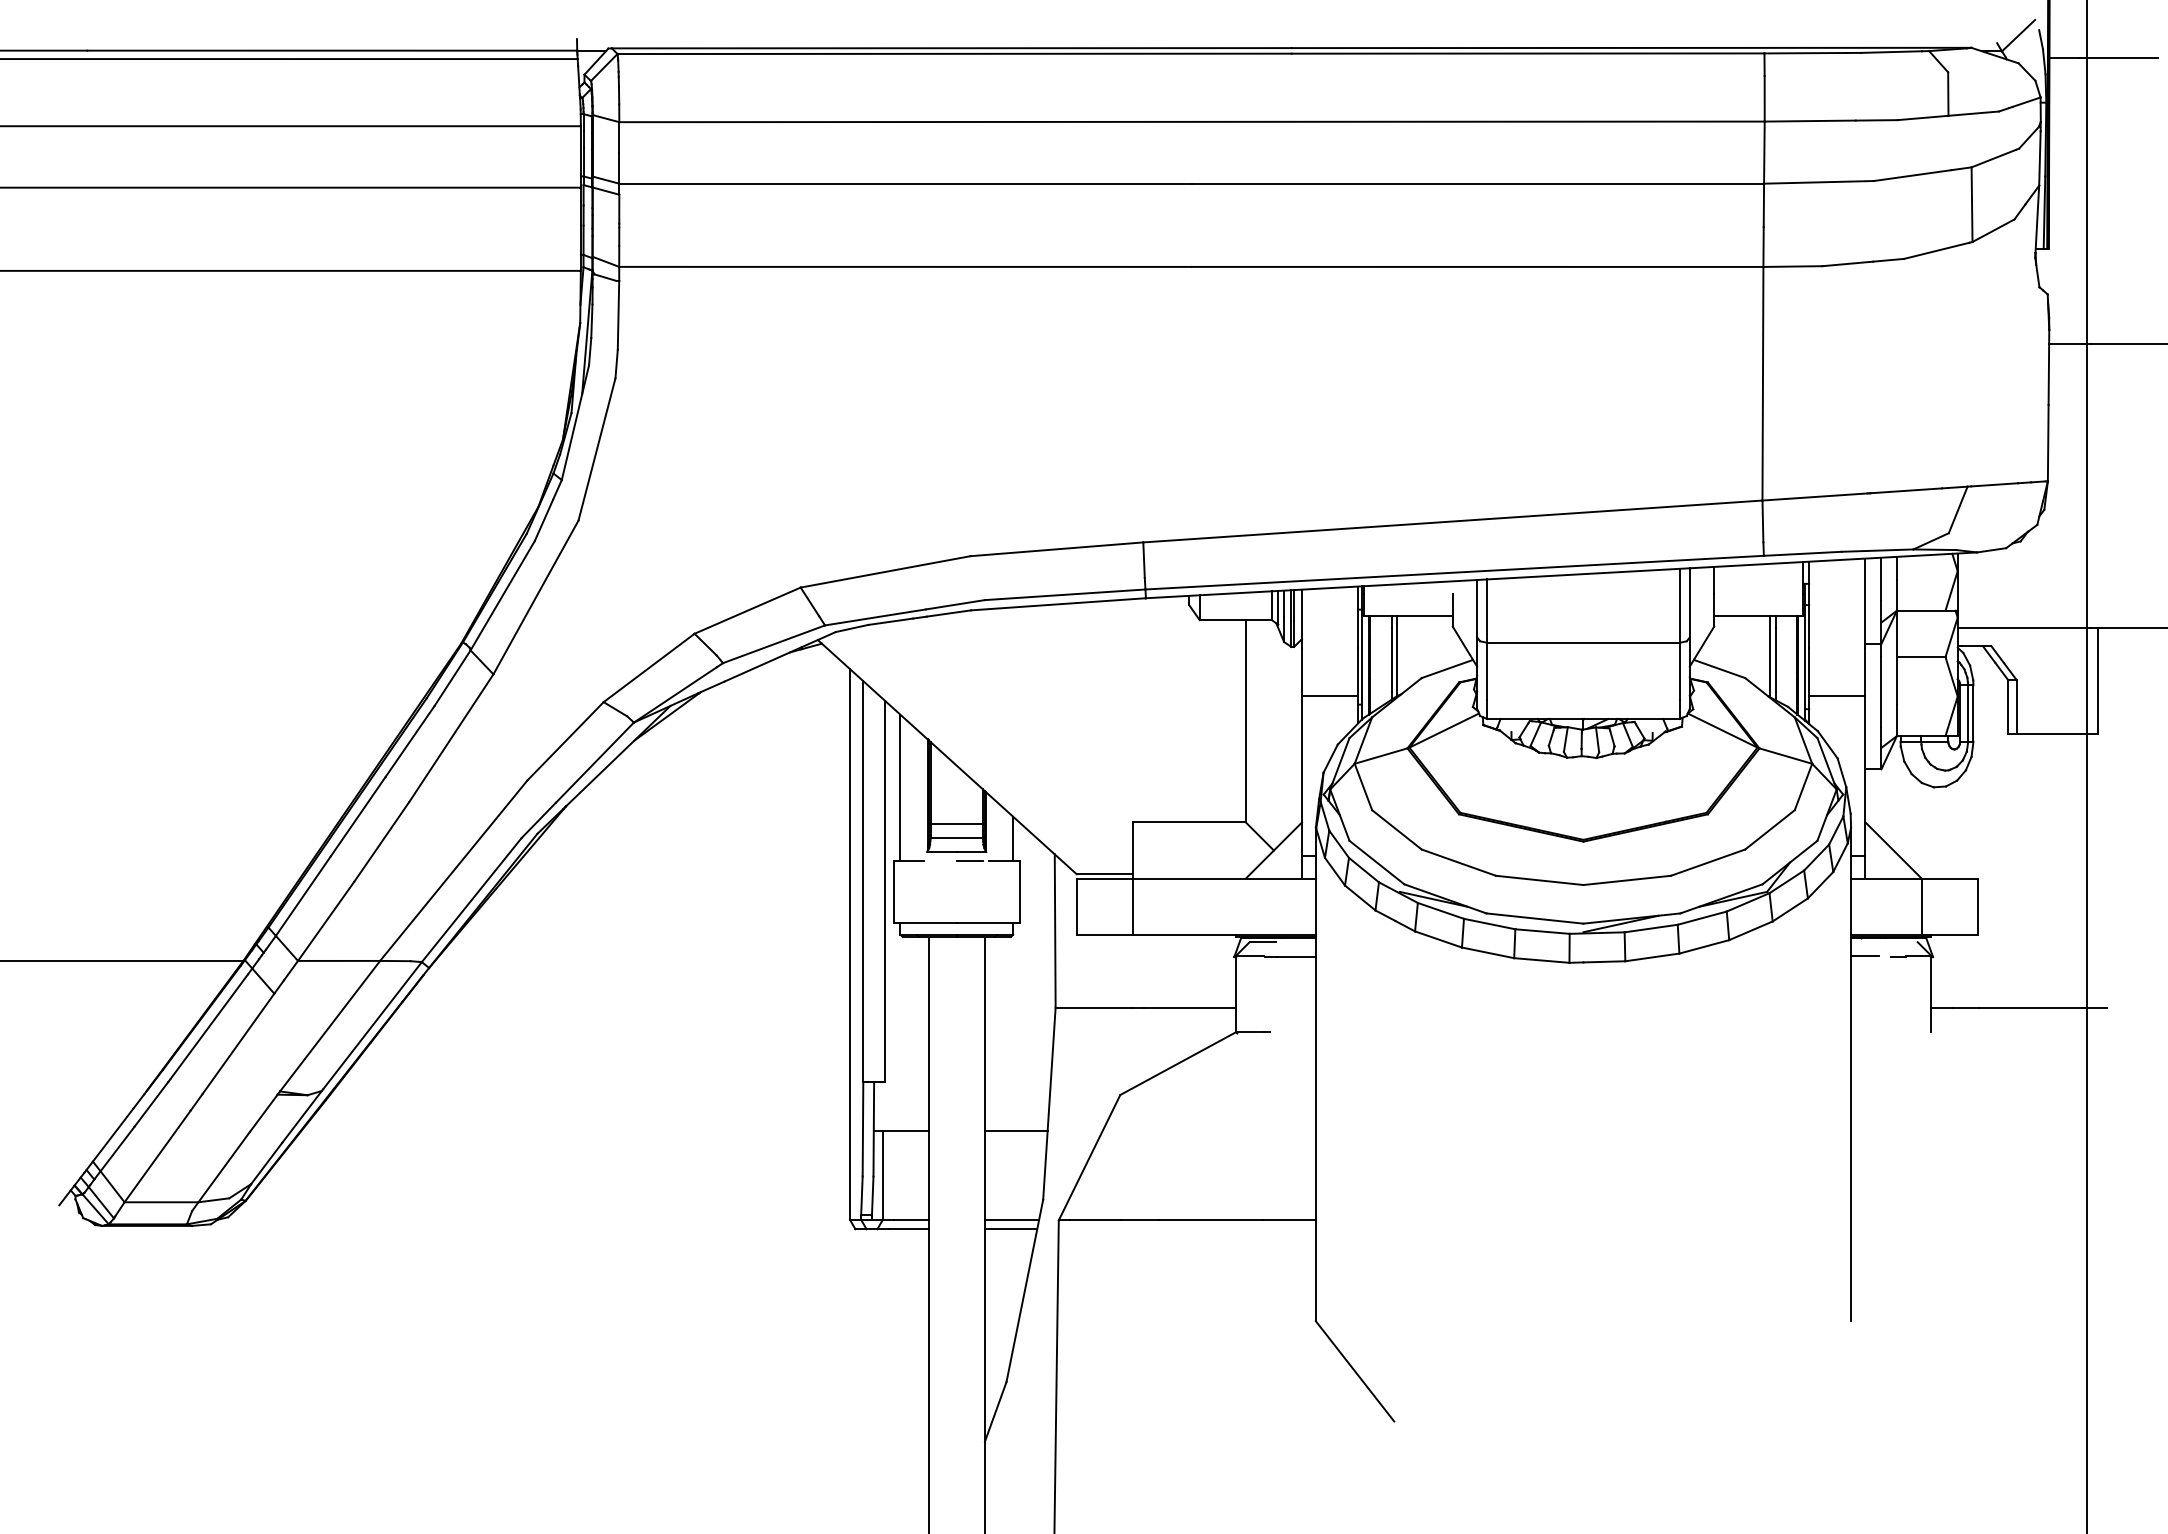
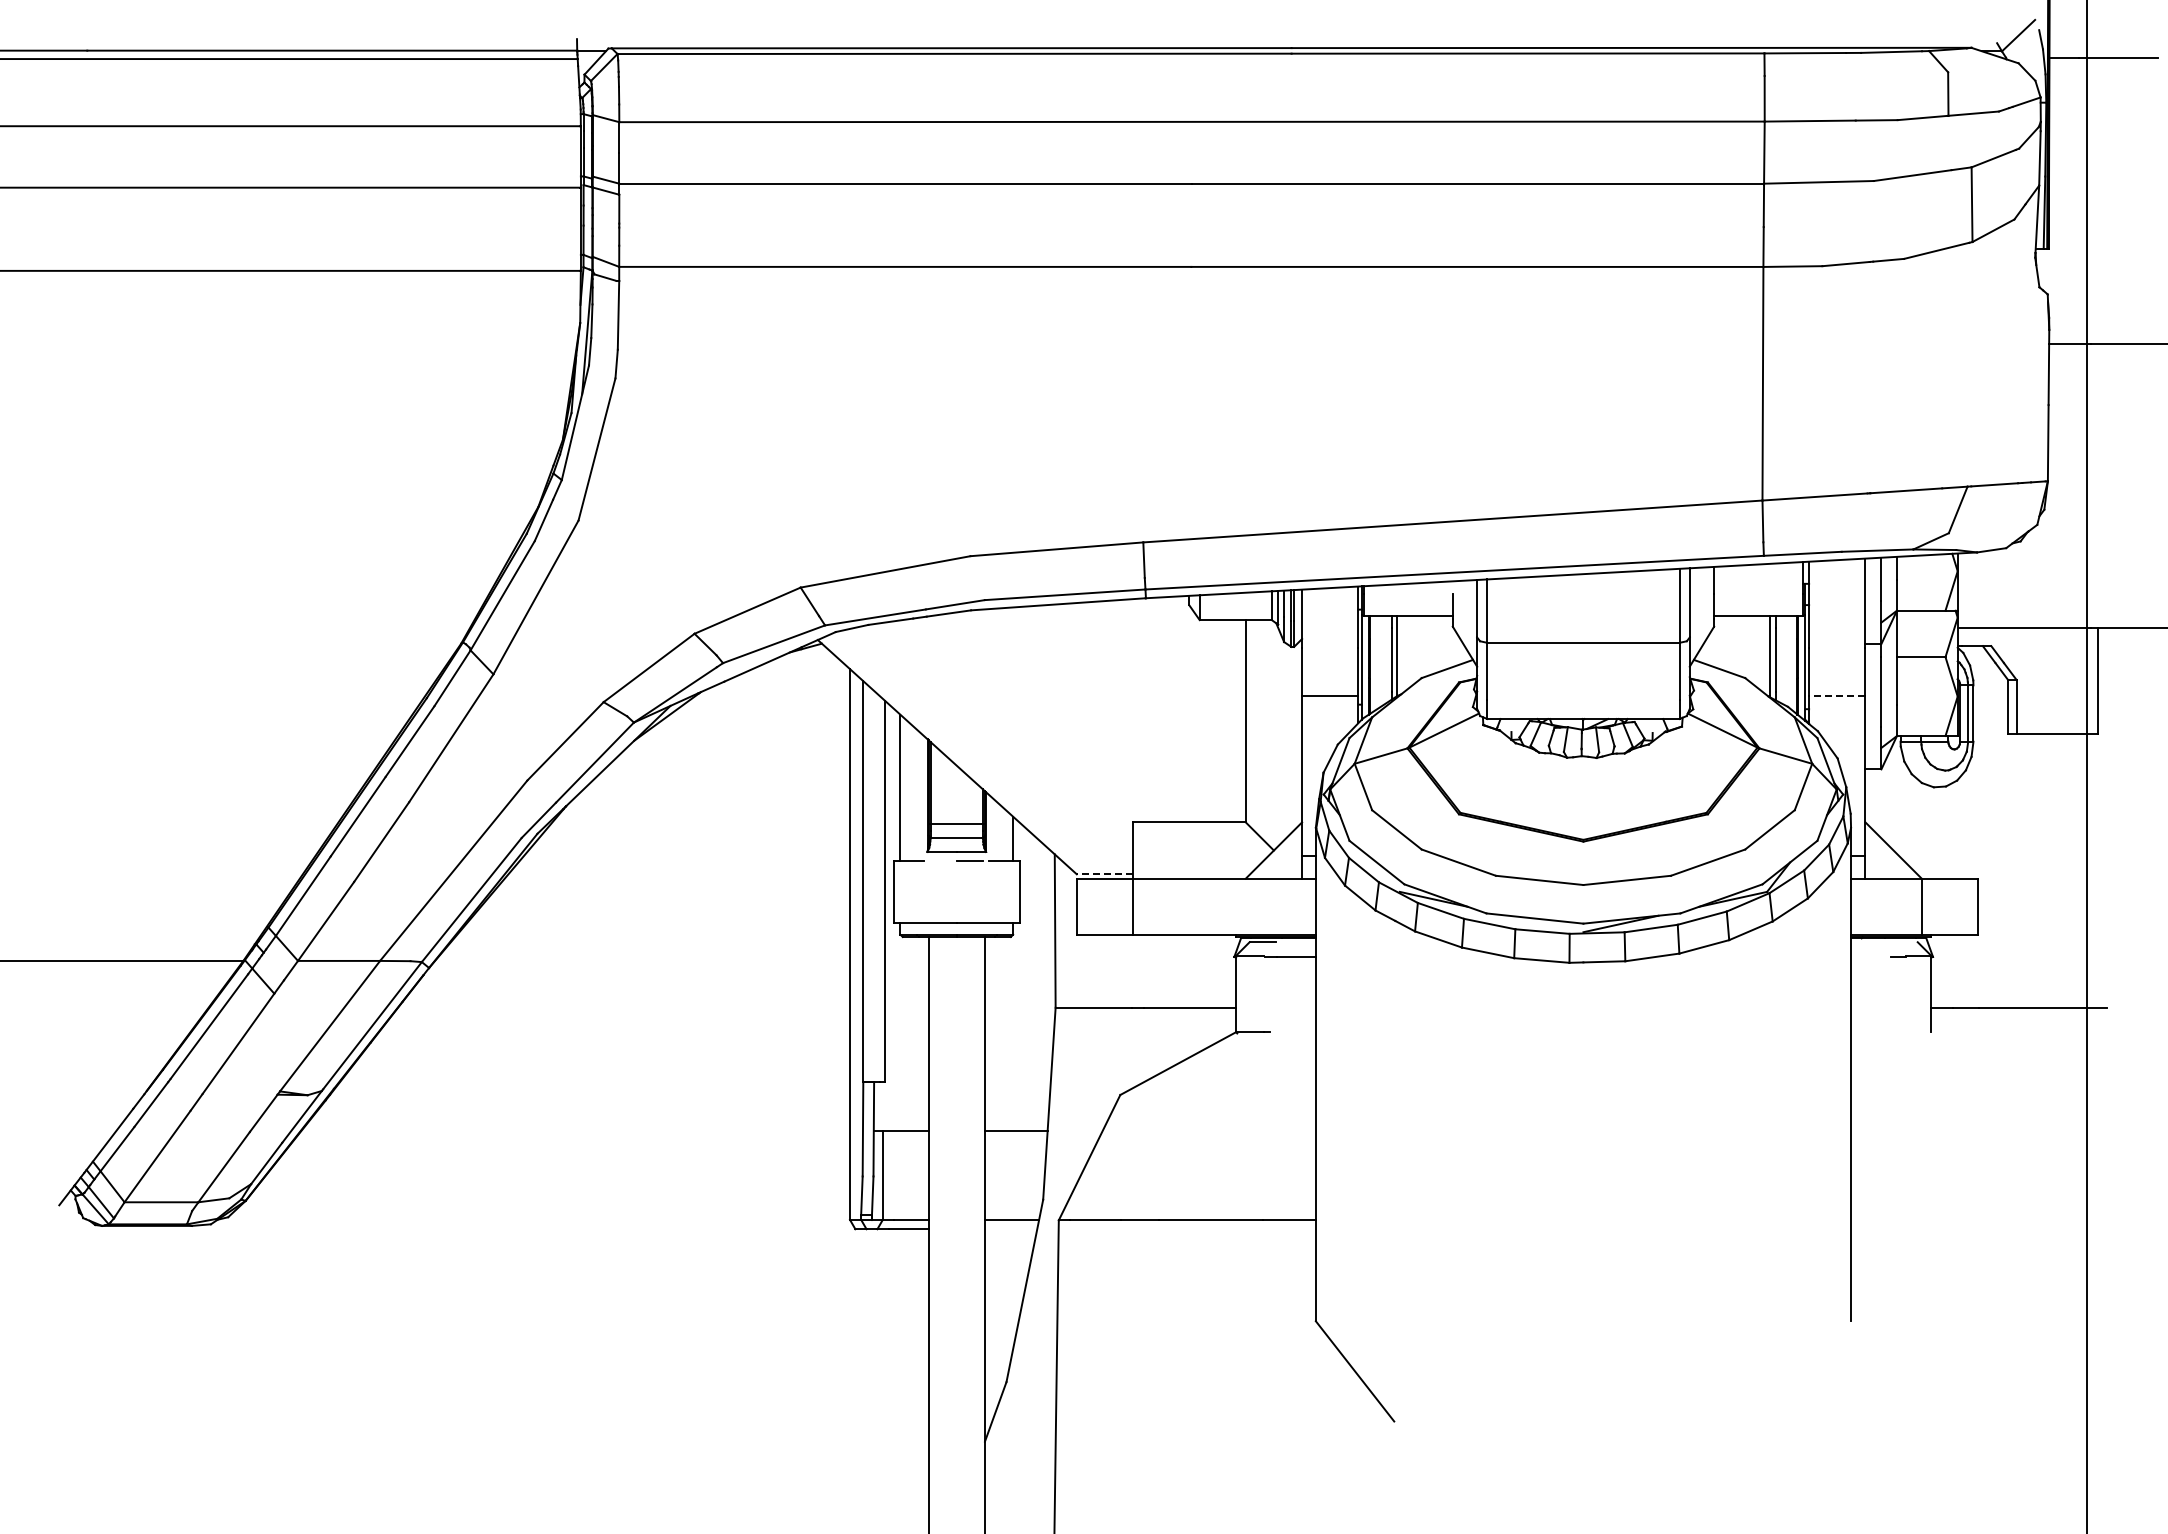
line at (1836, 696): solid -> dashed
line at (1104, 874): solid -> dashed
line at (1864, 955): present -> none
line at (1010, 1229): present -> none
